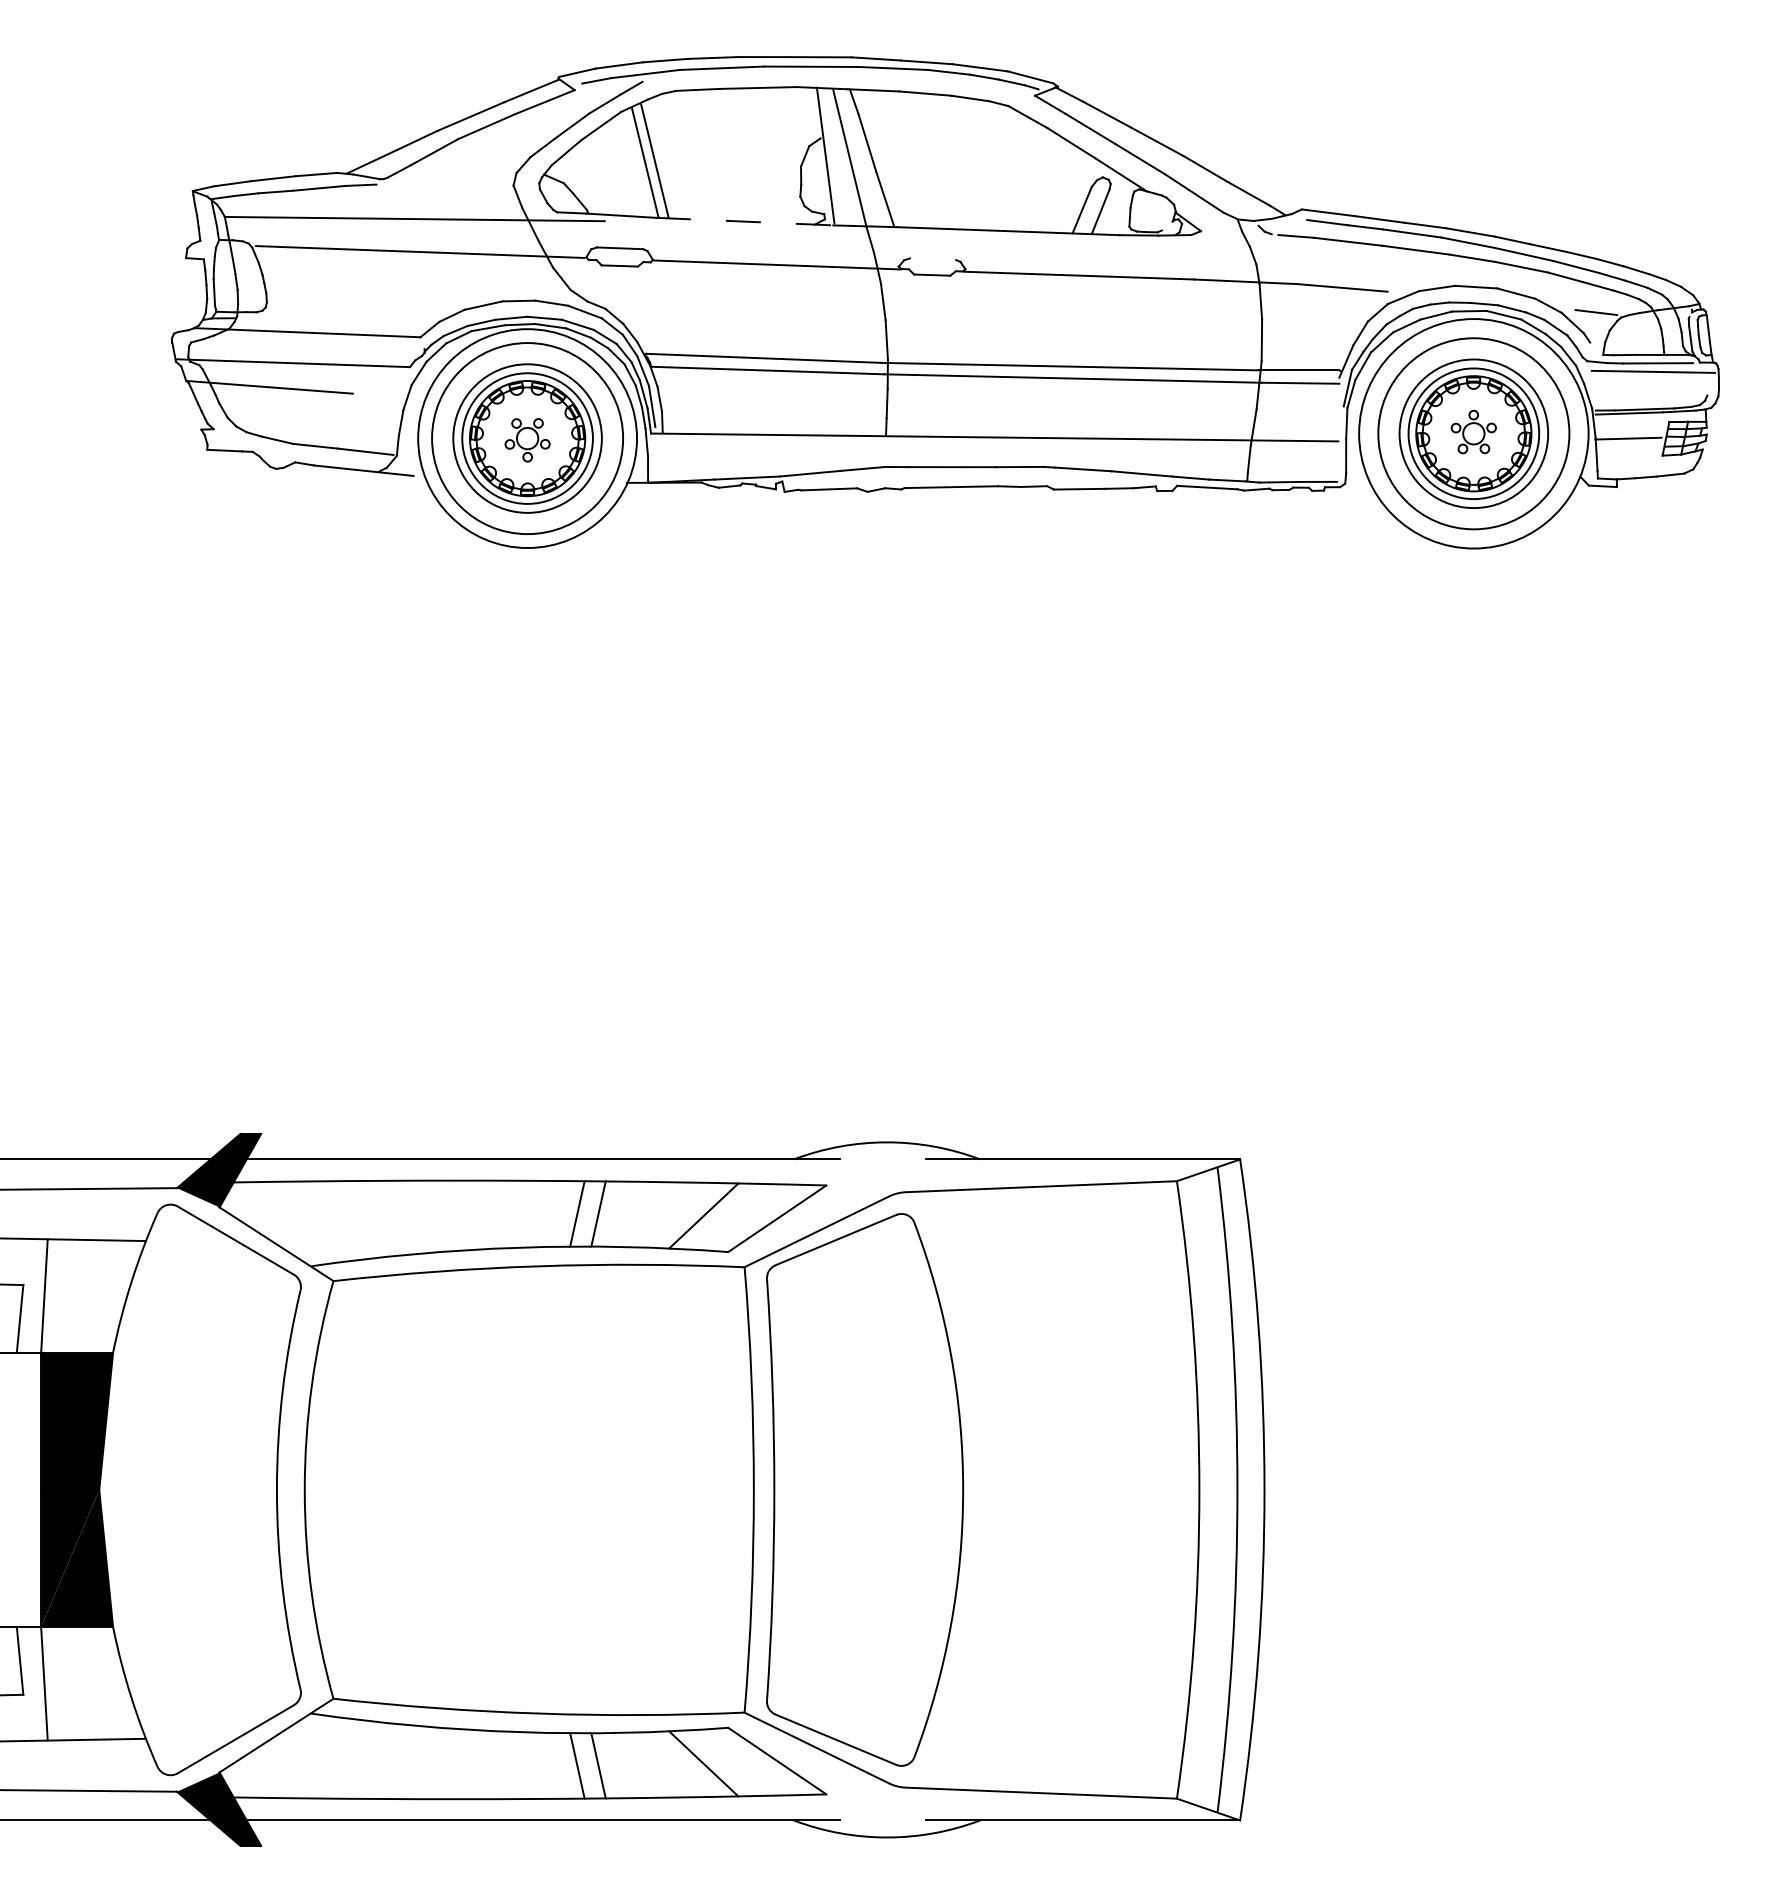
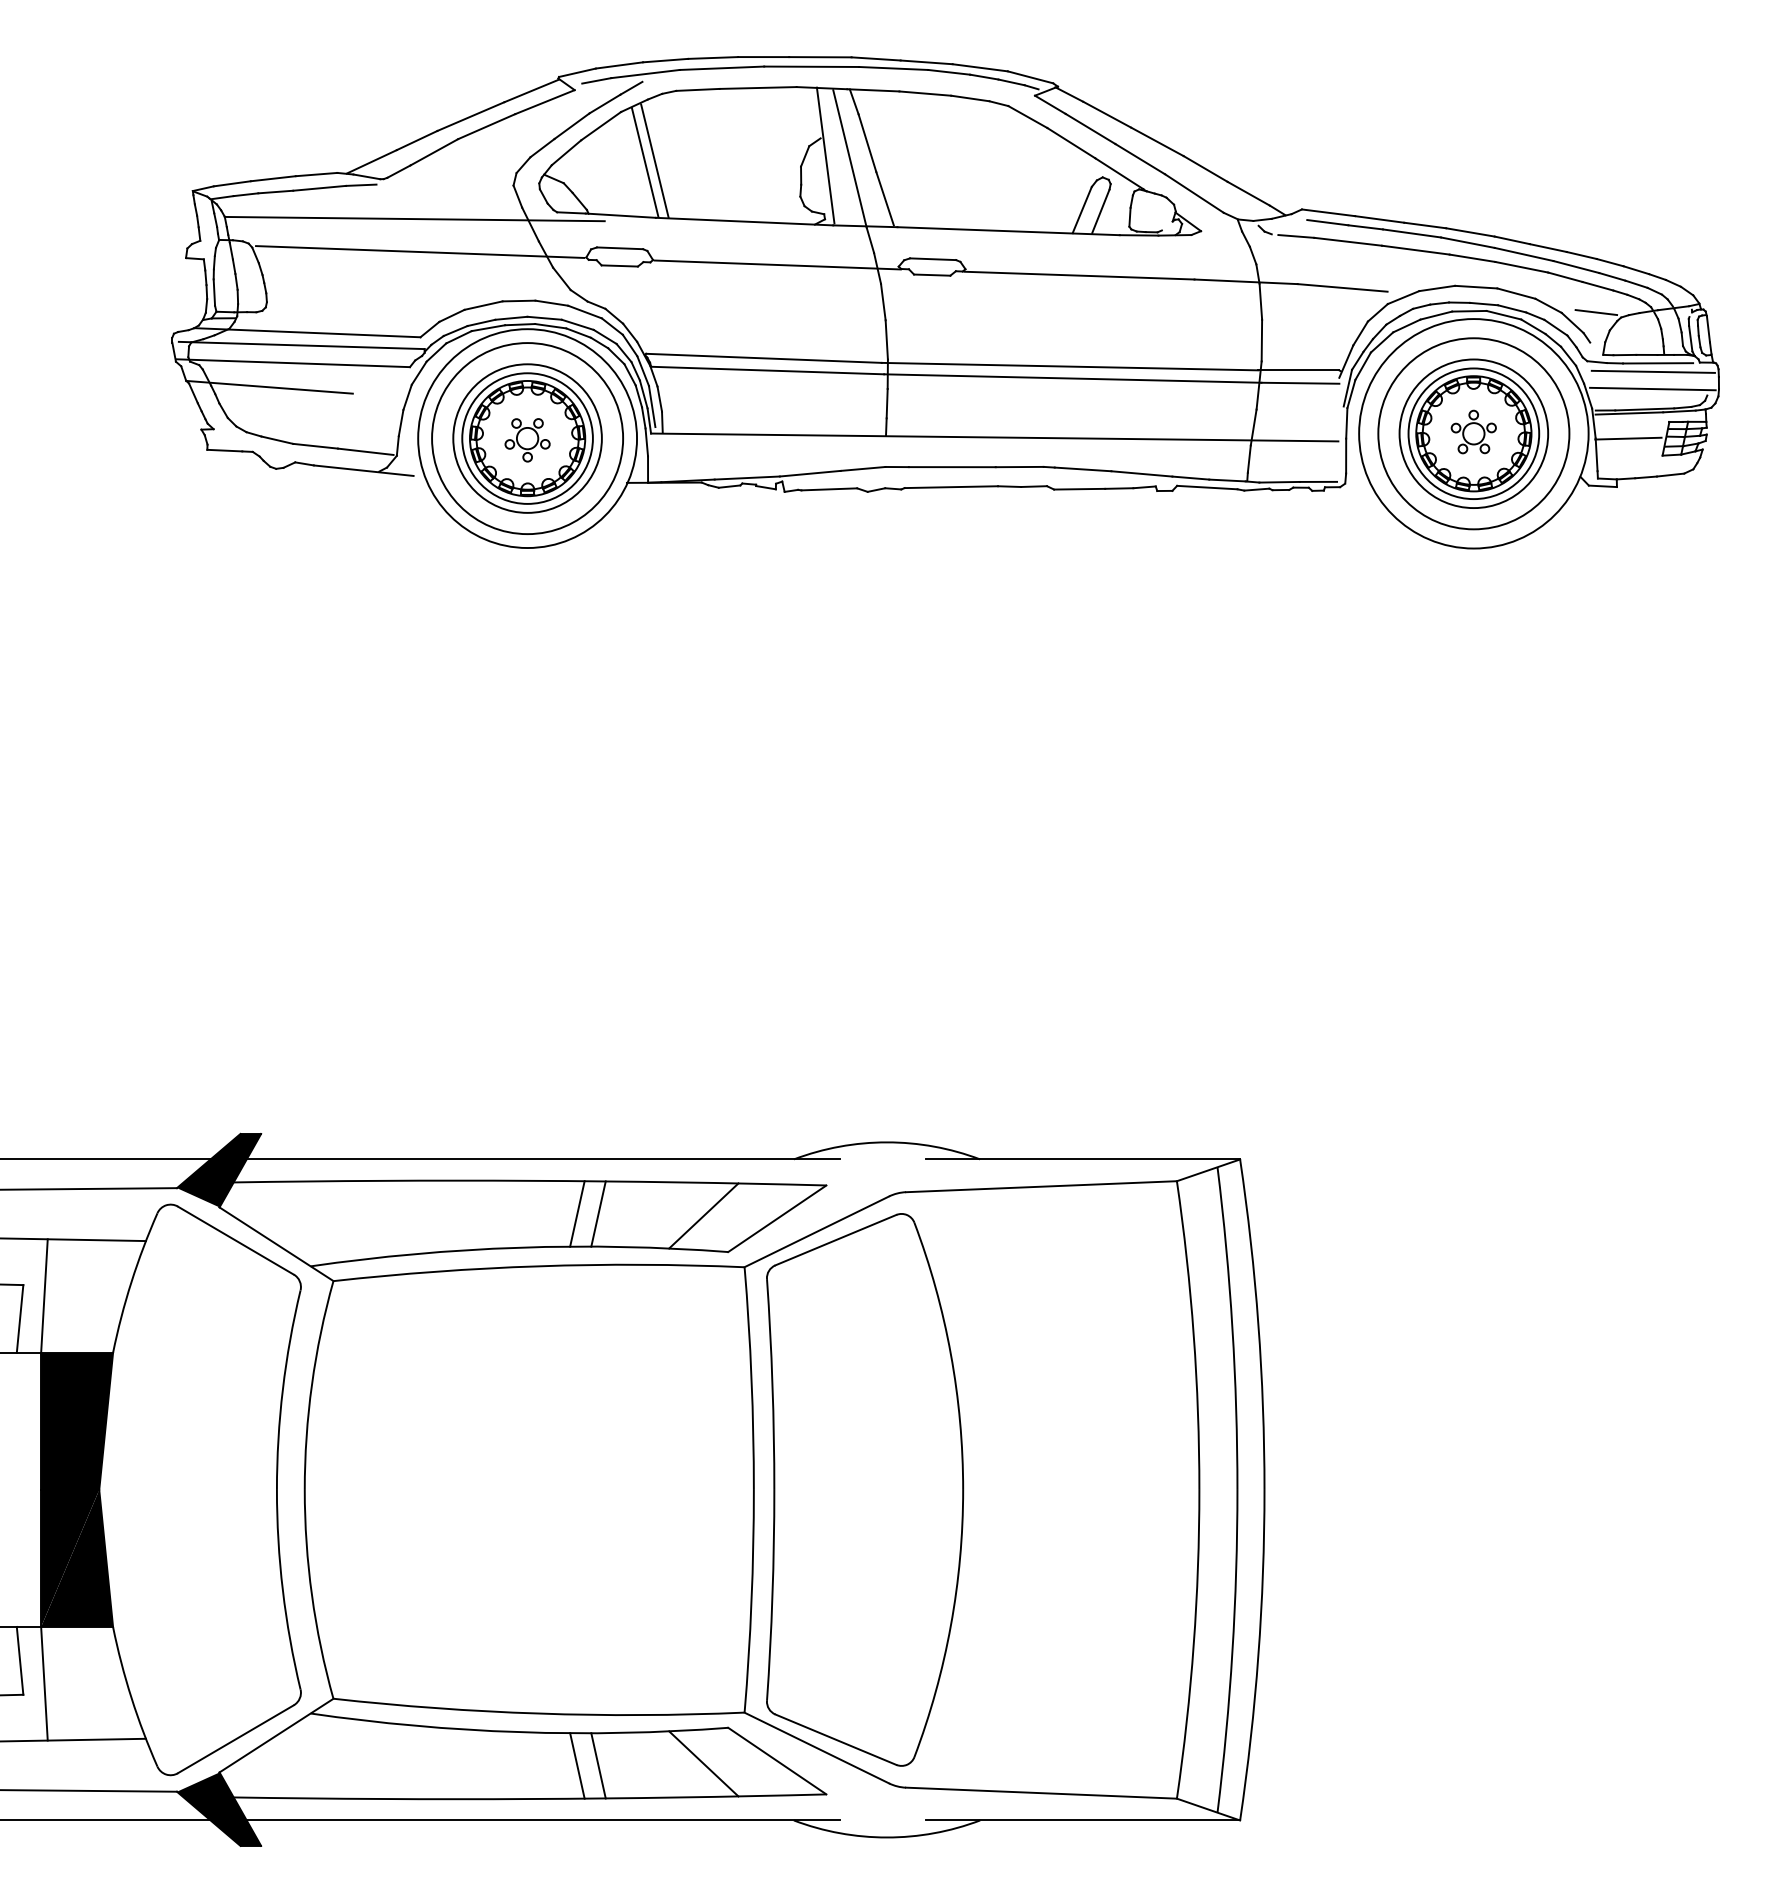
line at (744, 221): dashed -> solid
line at (933, 259): none -> present
line at (301, 345): none -> present
line at (1652, 388): none -> present
